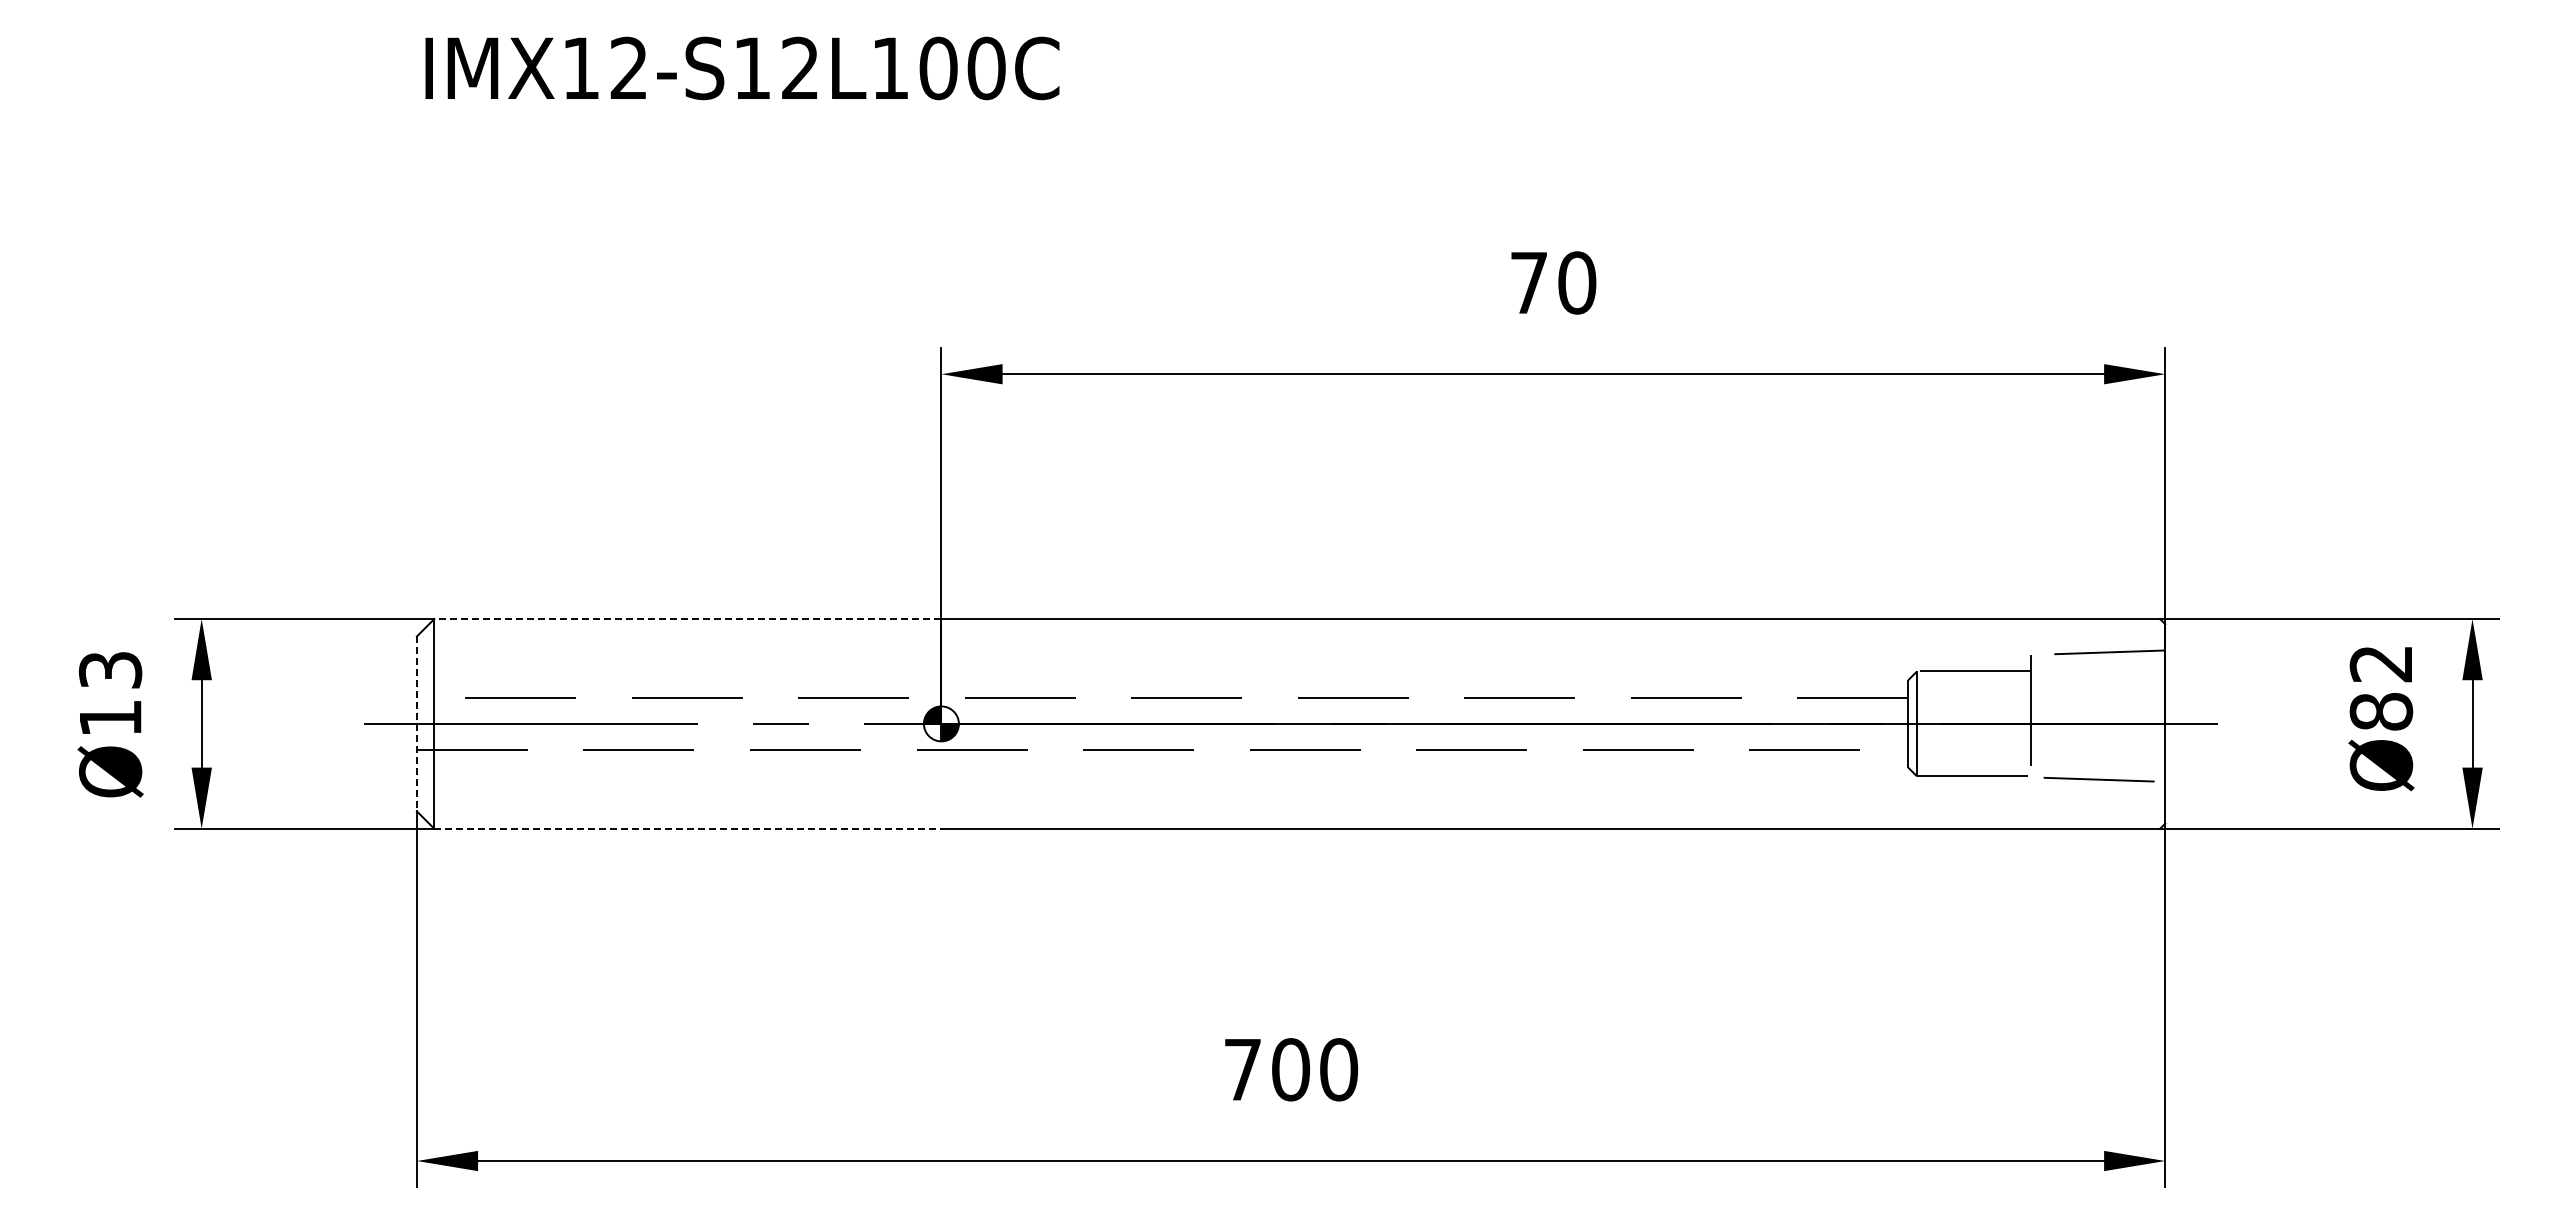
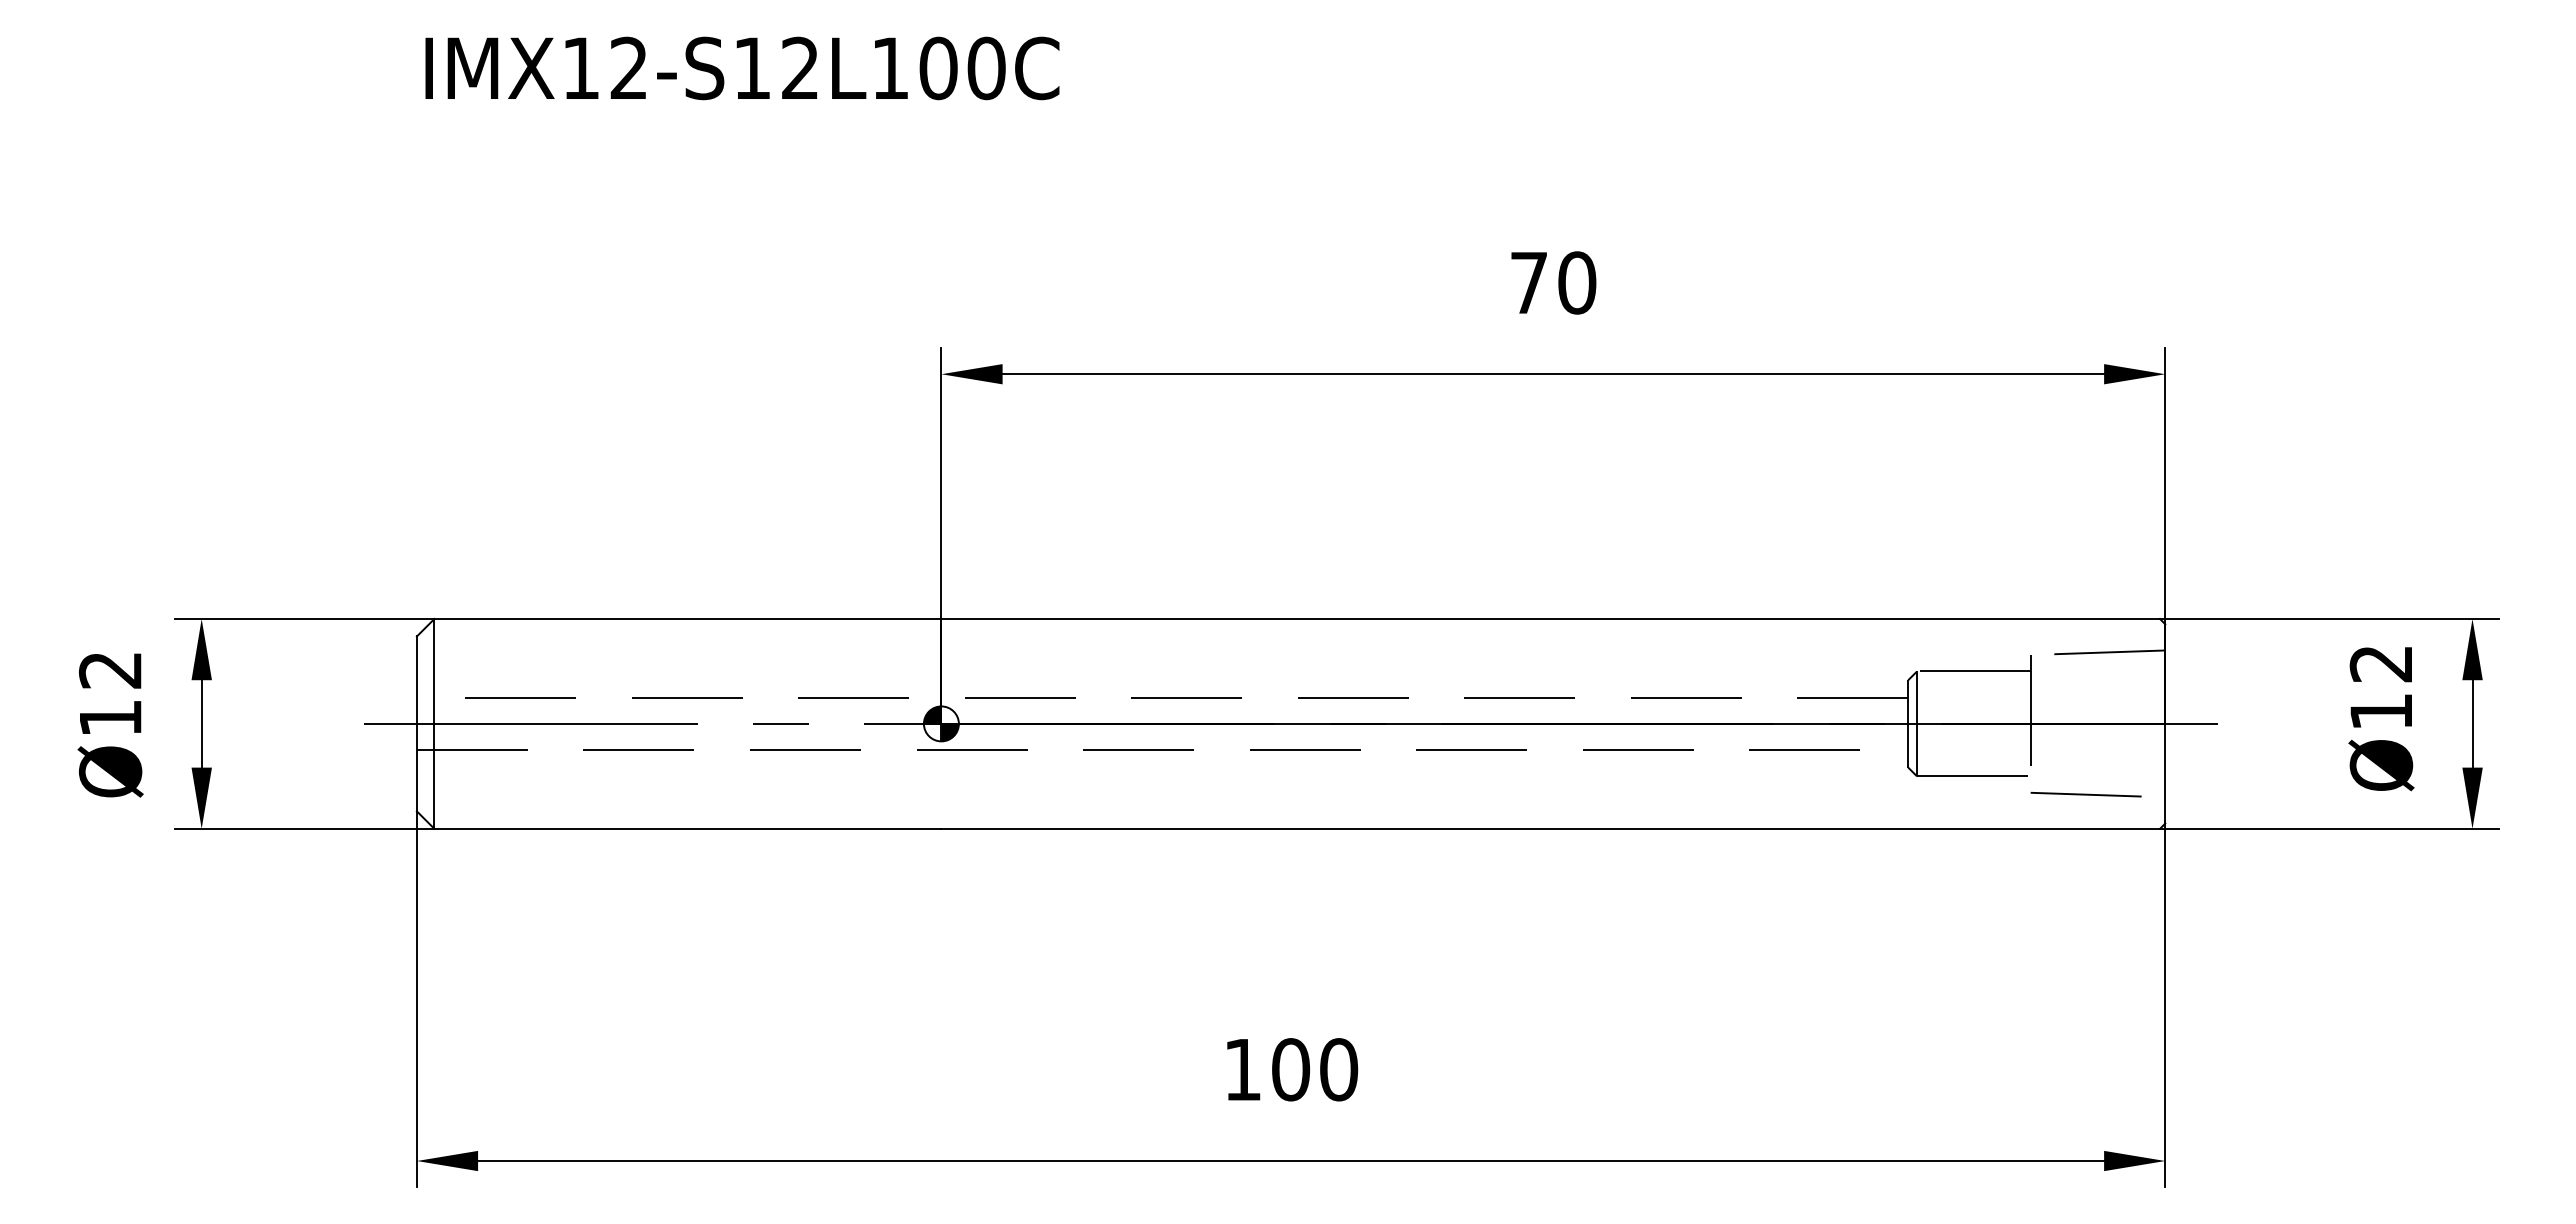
line at (687, 619): dashed -> solid
text at (110, 670): Ø13 -> Ø12
text at (2381, 711): Ø82 -> Ø12
line at (416, 724): dashed -> solid
line at (2098, 779) position: (2098, 779) -> (2085, 794)
line at (687, 828): dashed -> solid
text at (1242, 1069): 700 -> 100
